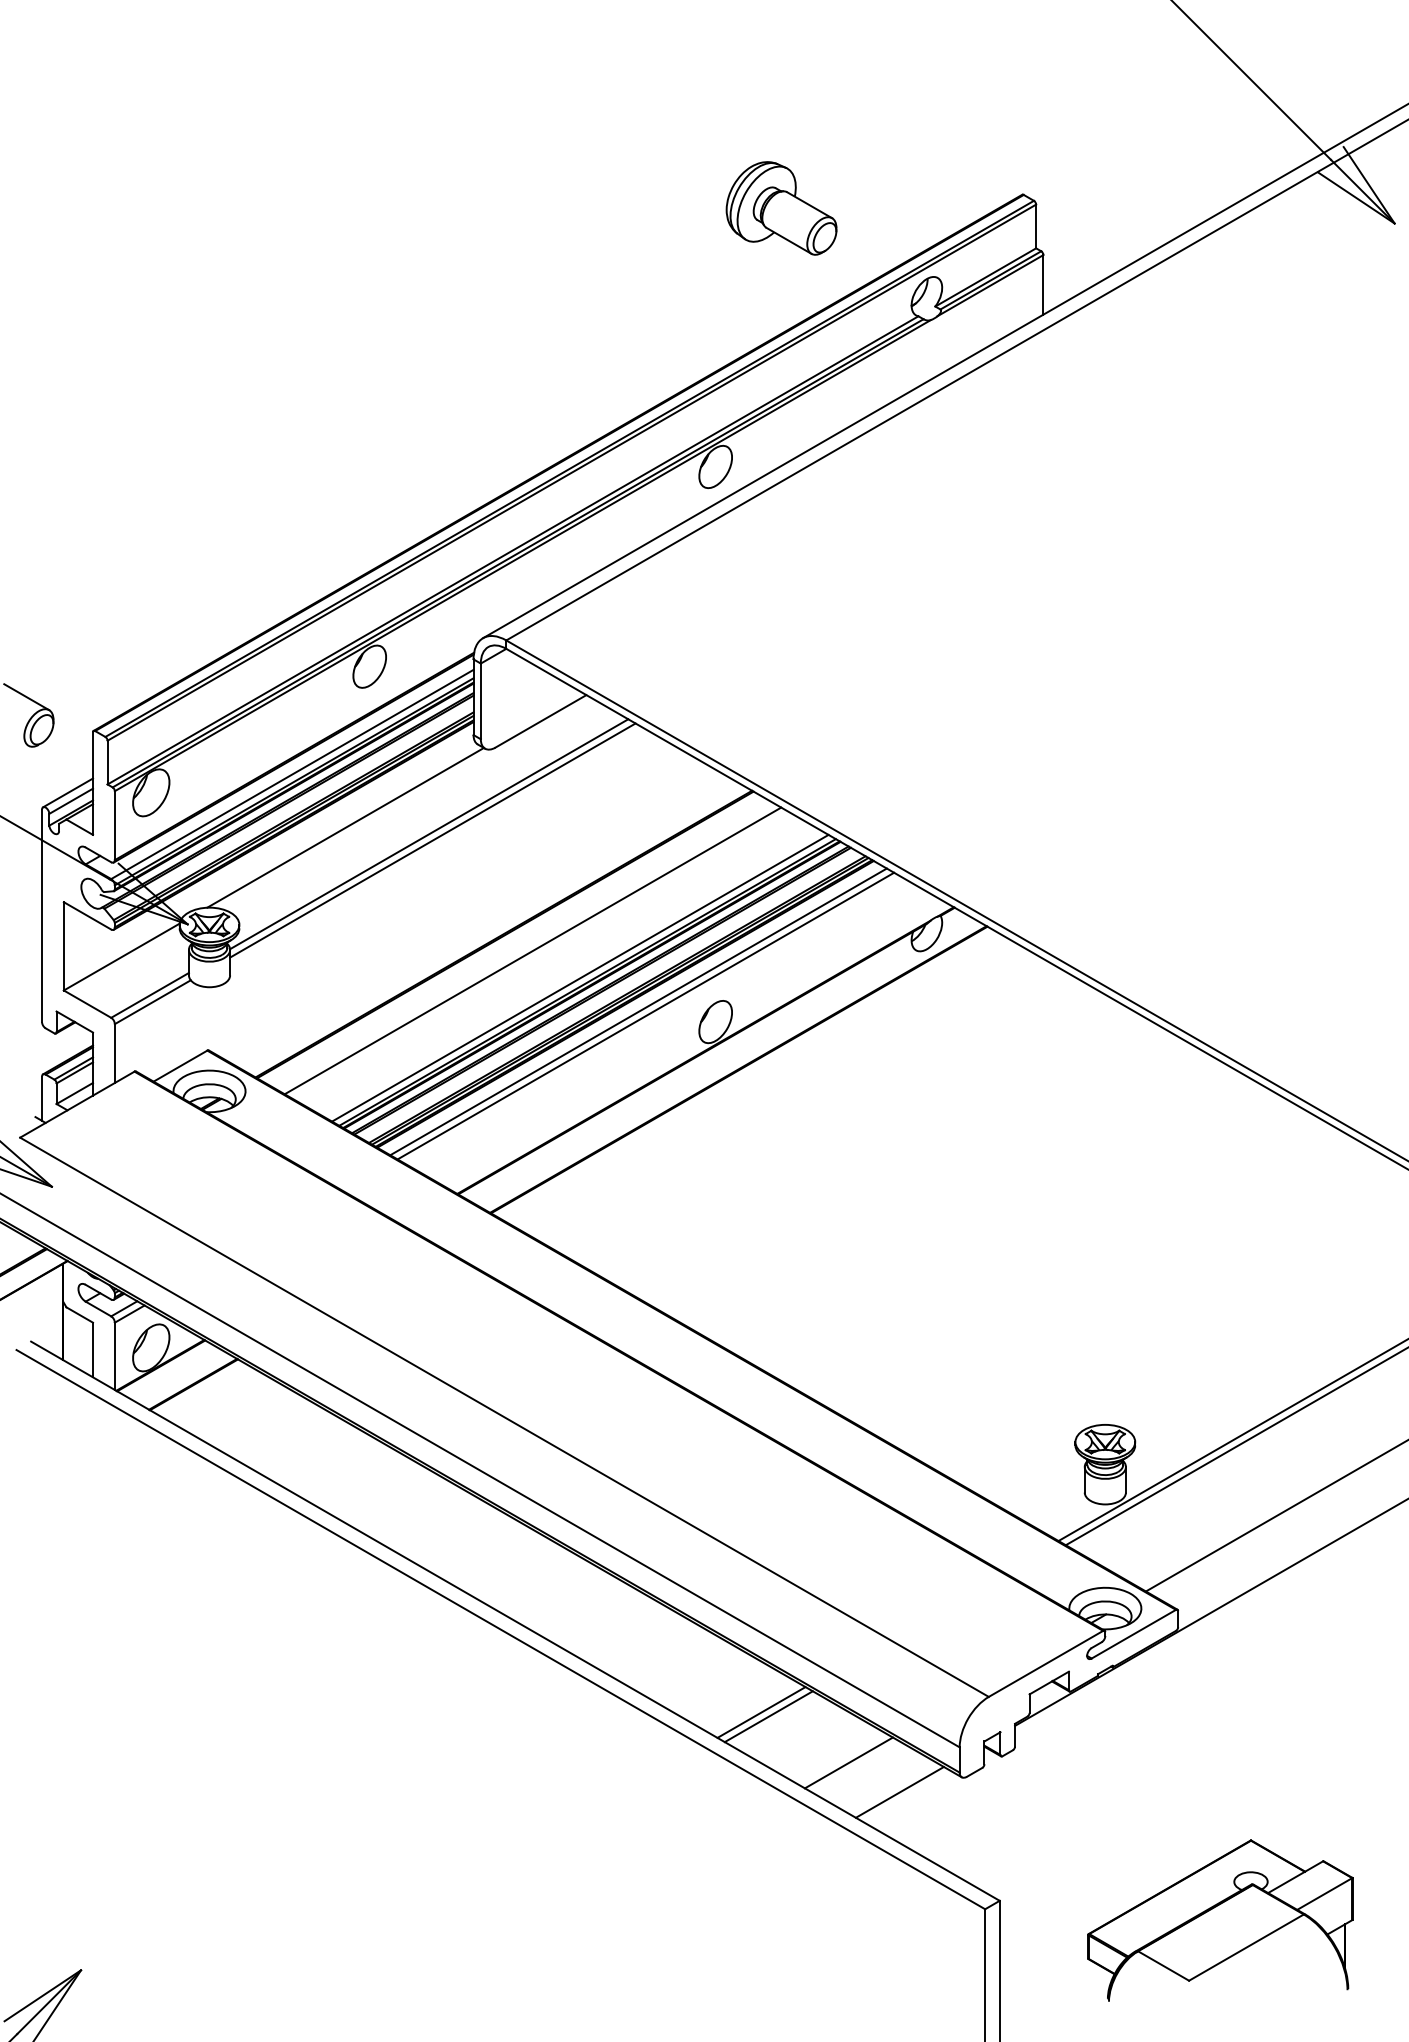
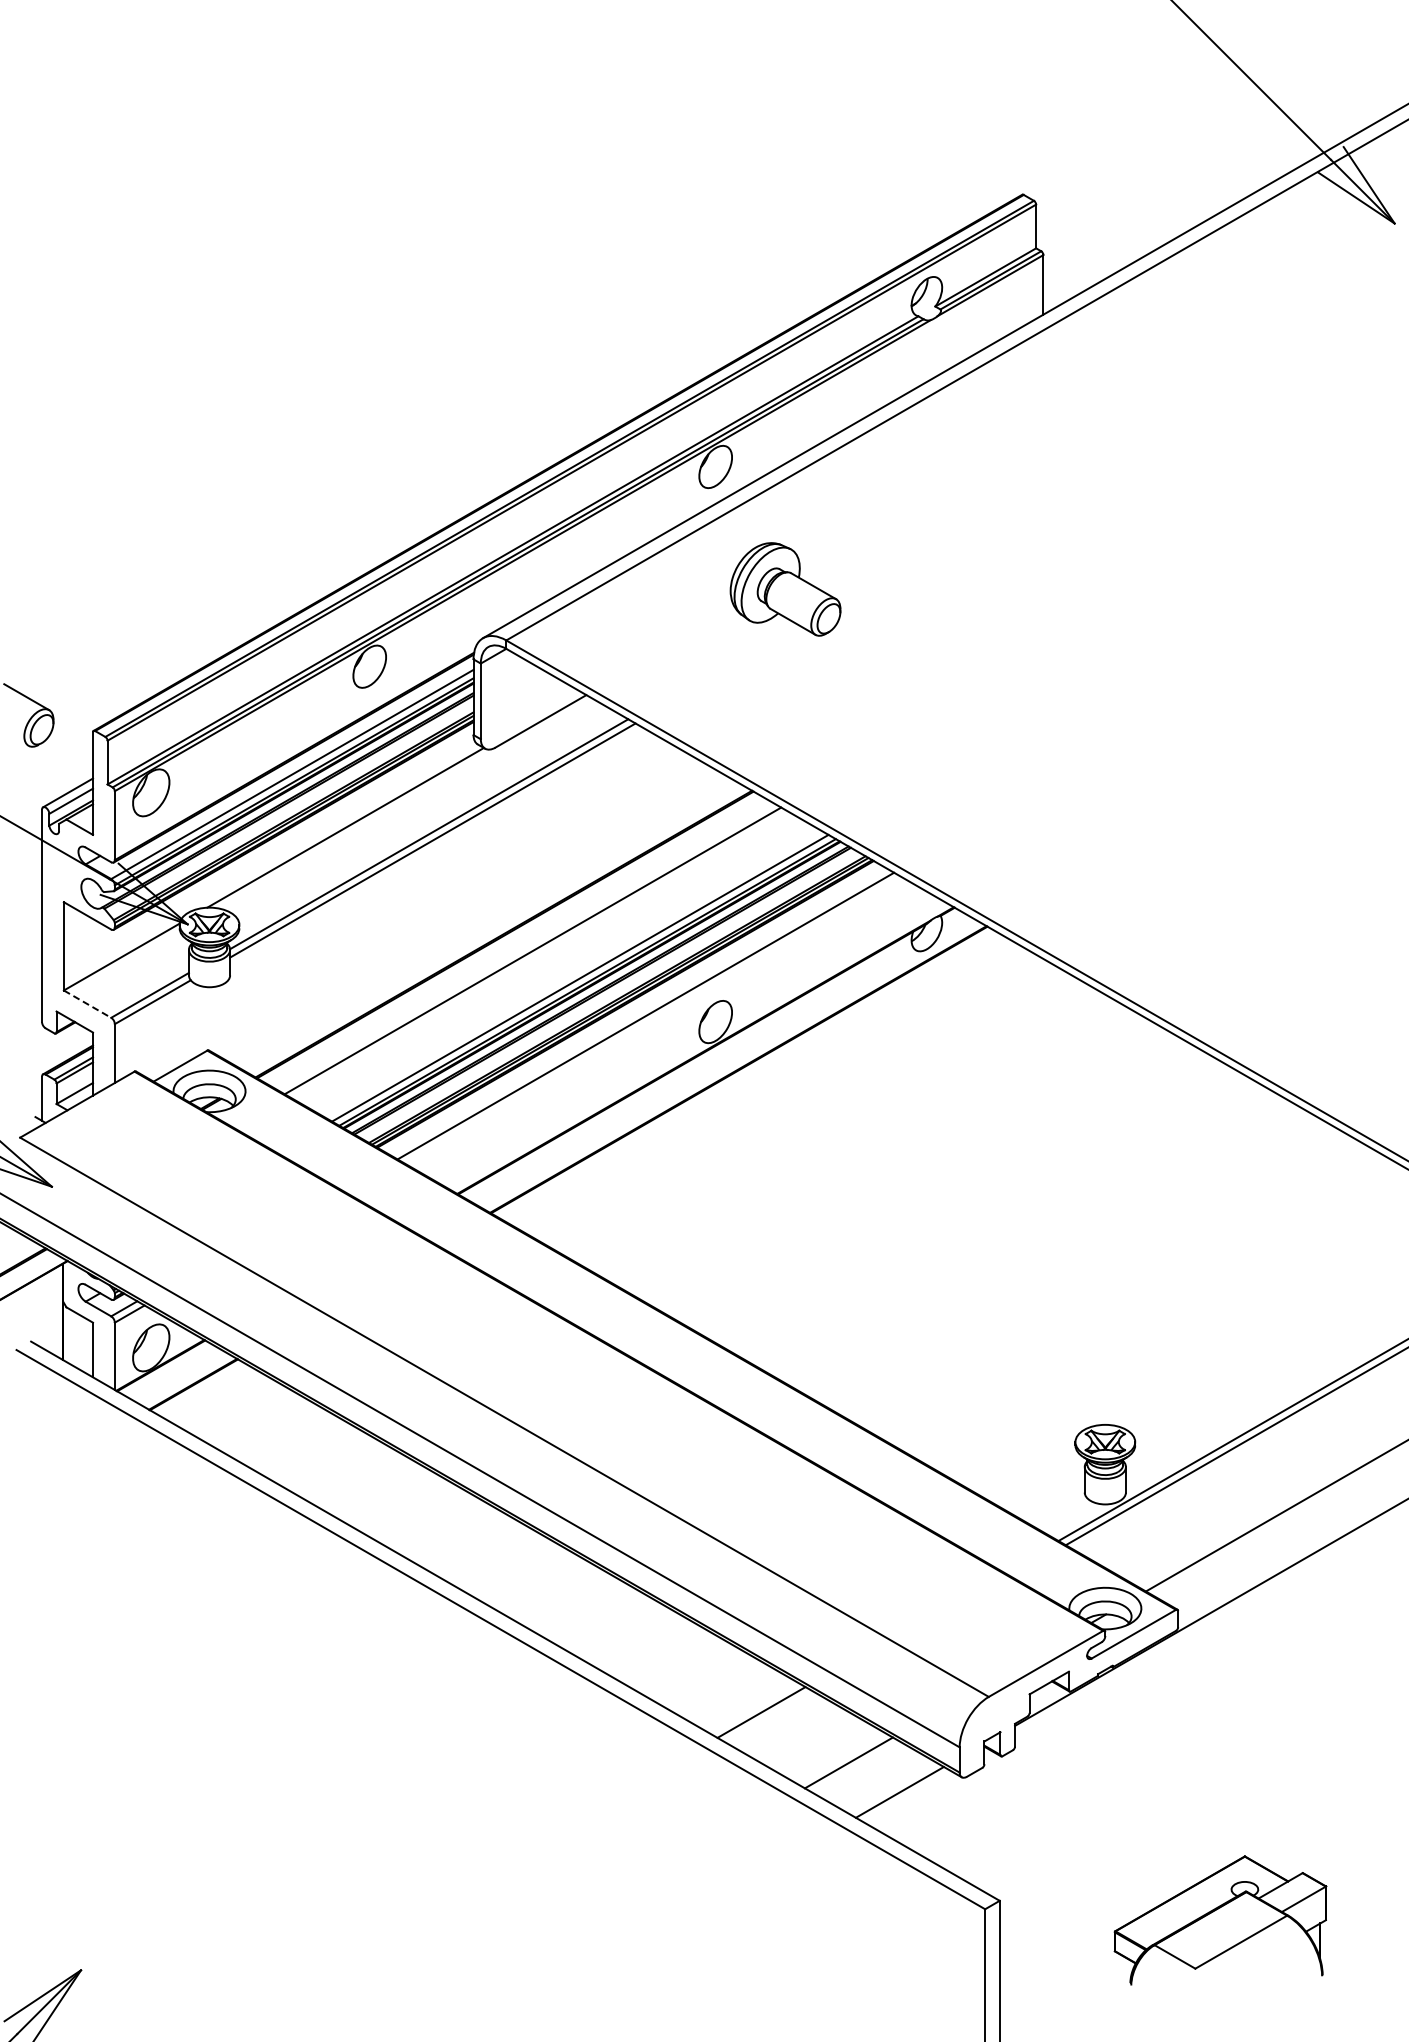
part at (781, 208) position: (781, 208) -> (785, 589)
line at (87, 1004): solid -> dashed
line at (638, 1011): present -> none
line at (768, 1716): present -> none
part at (1220, 1920) size: 267x163 px -> 215x131 px
